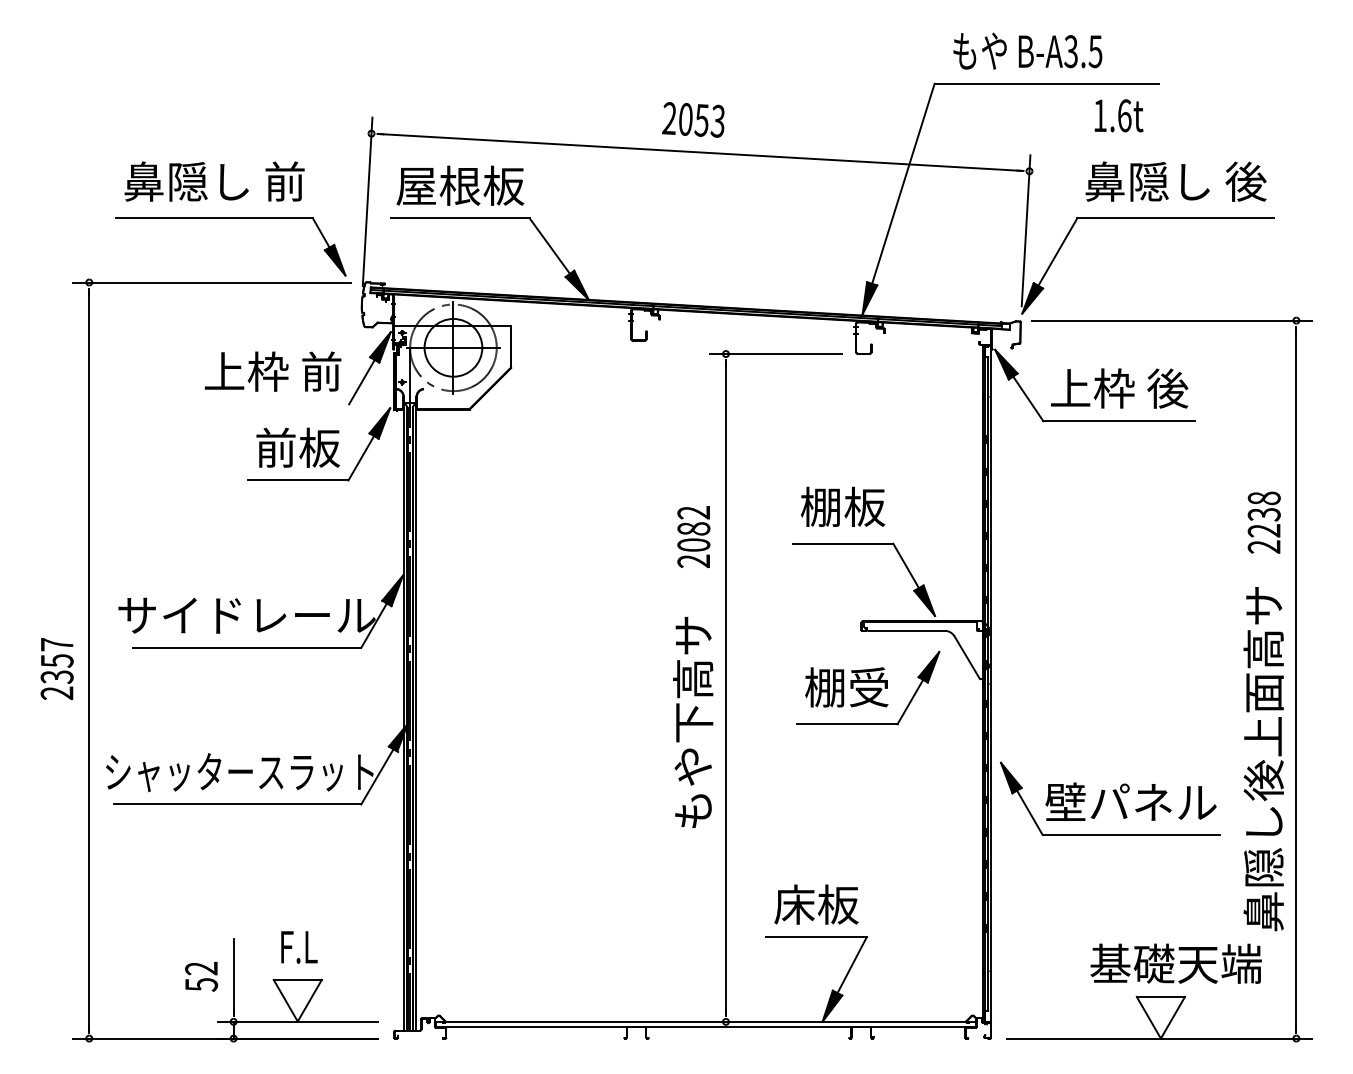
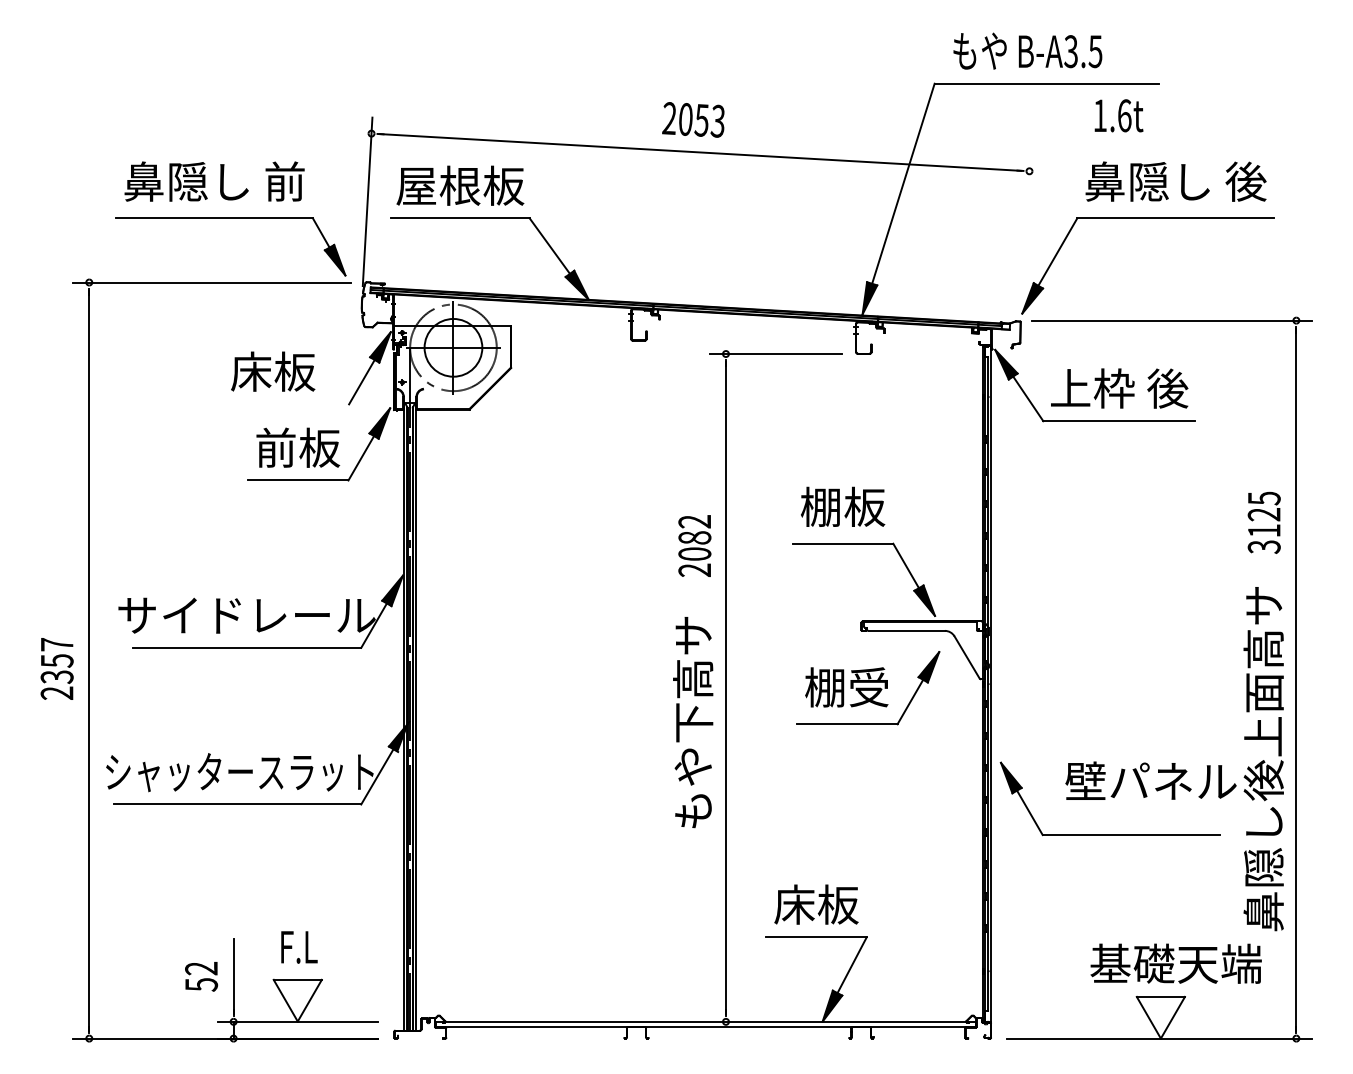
line at (1025, 230): present -> none
text at (272, 371): 上枠 前 -> 床板
text at (1263, 522): 2238 -> 3125
text at (693, 536) position: (693, 536) -> (694, 545)
text at (1130, 801) position: (1130, 801) -> (1150, 780)
